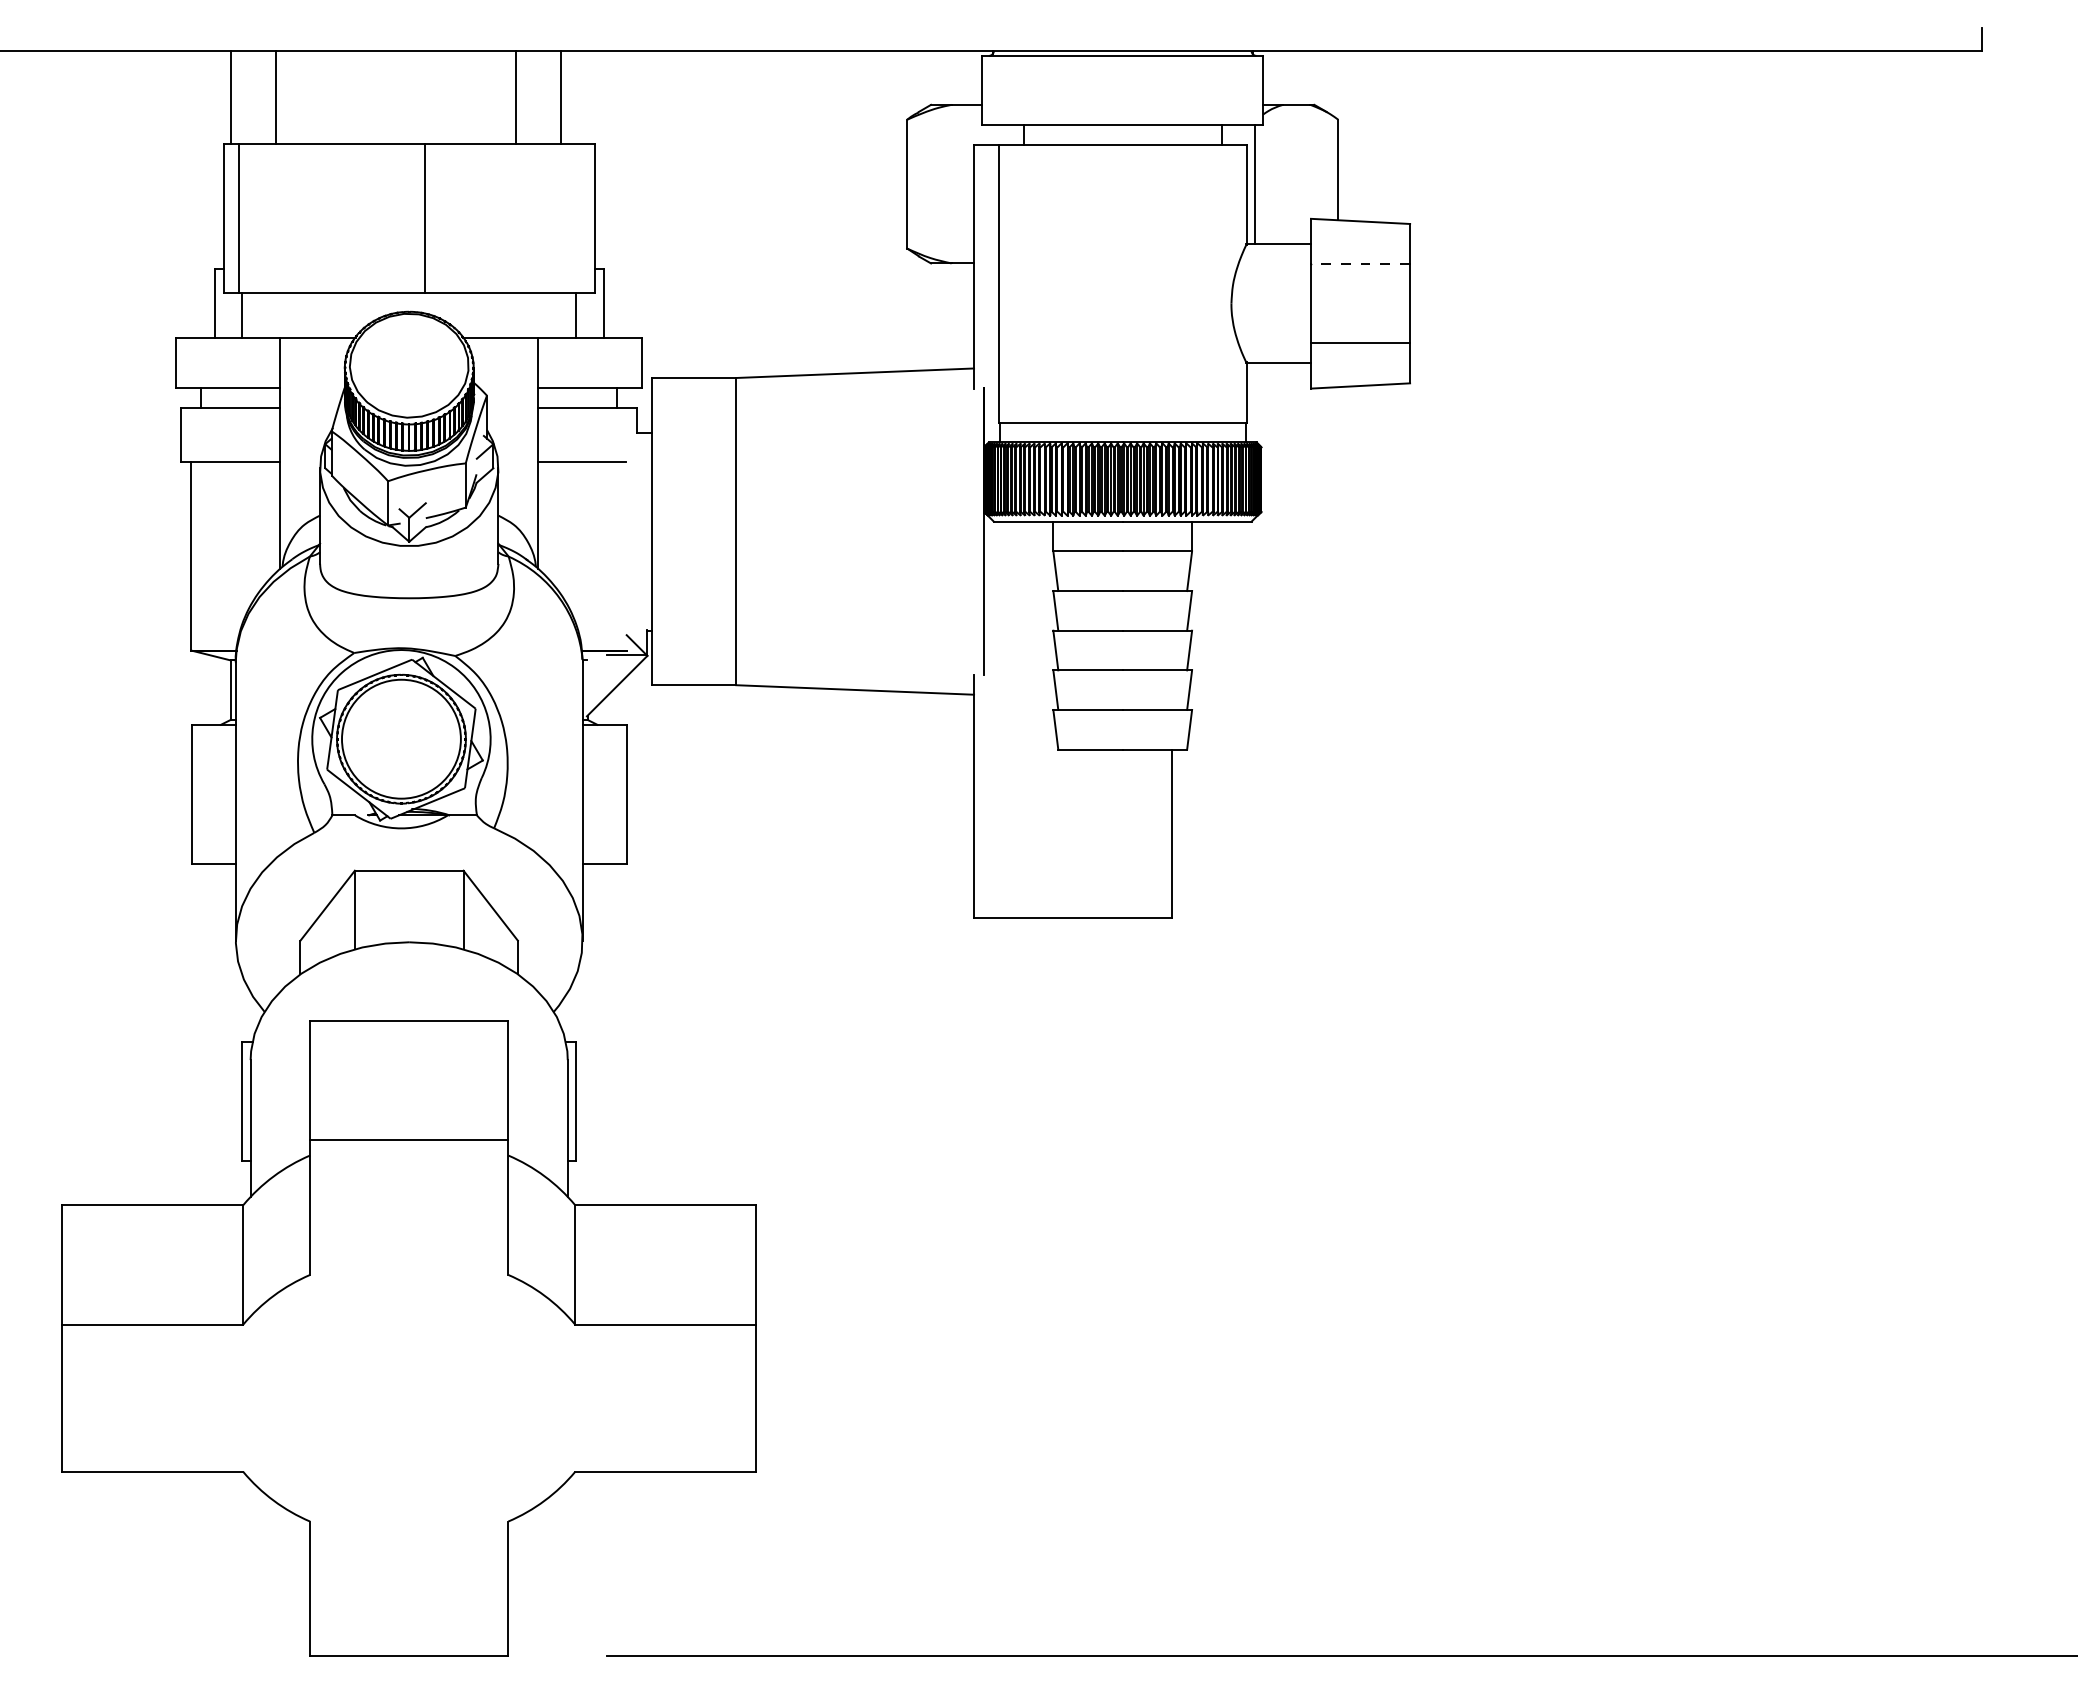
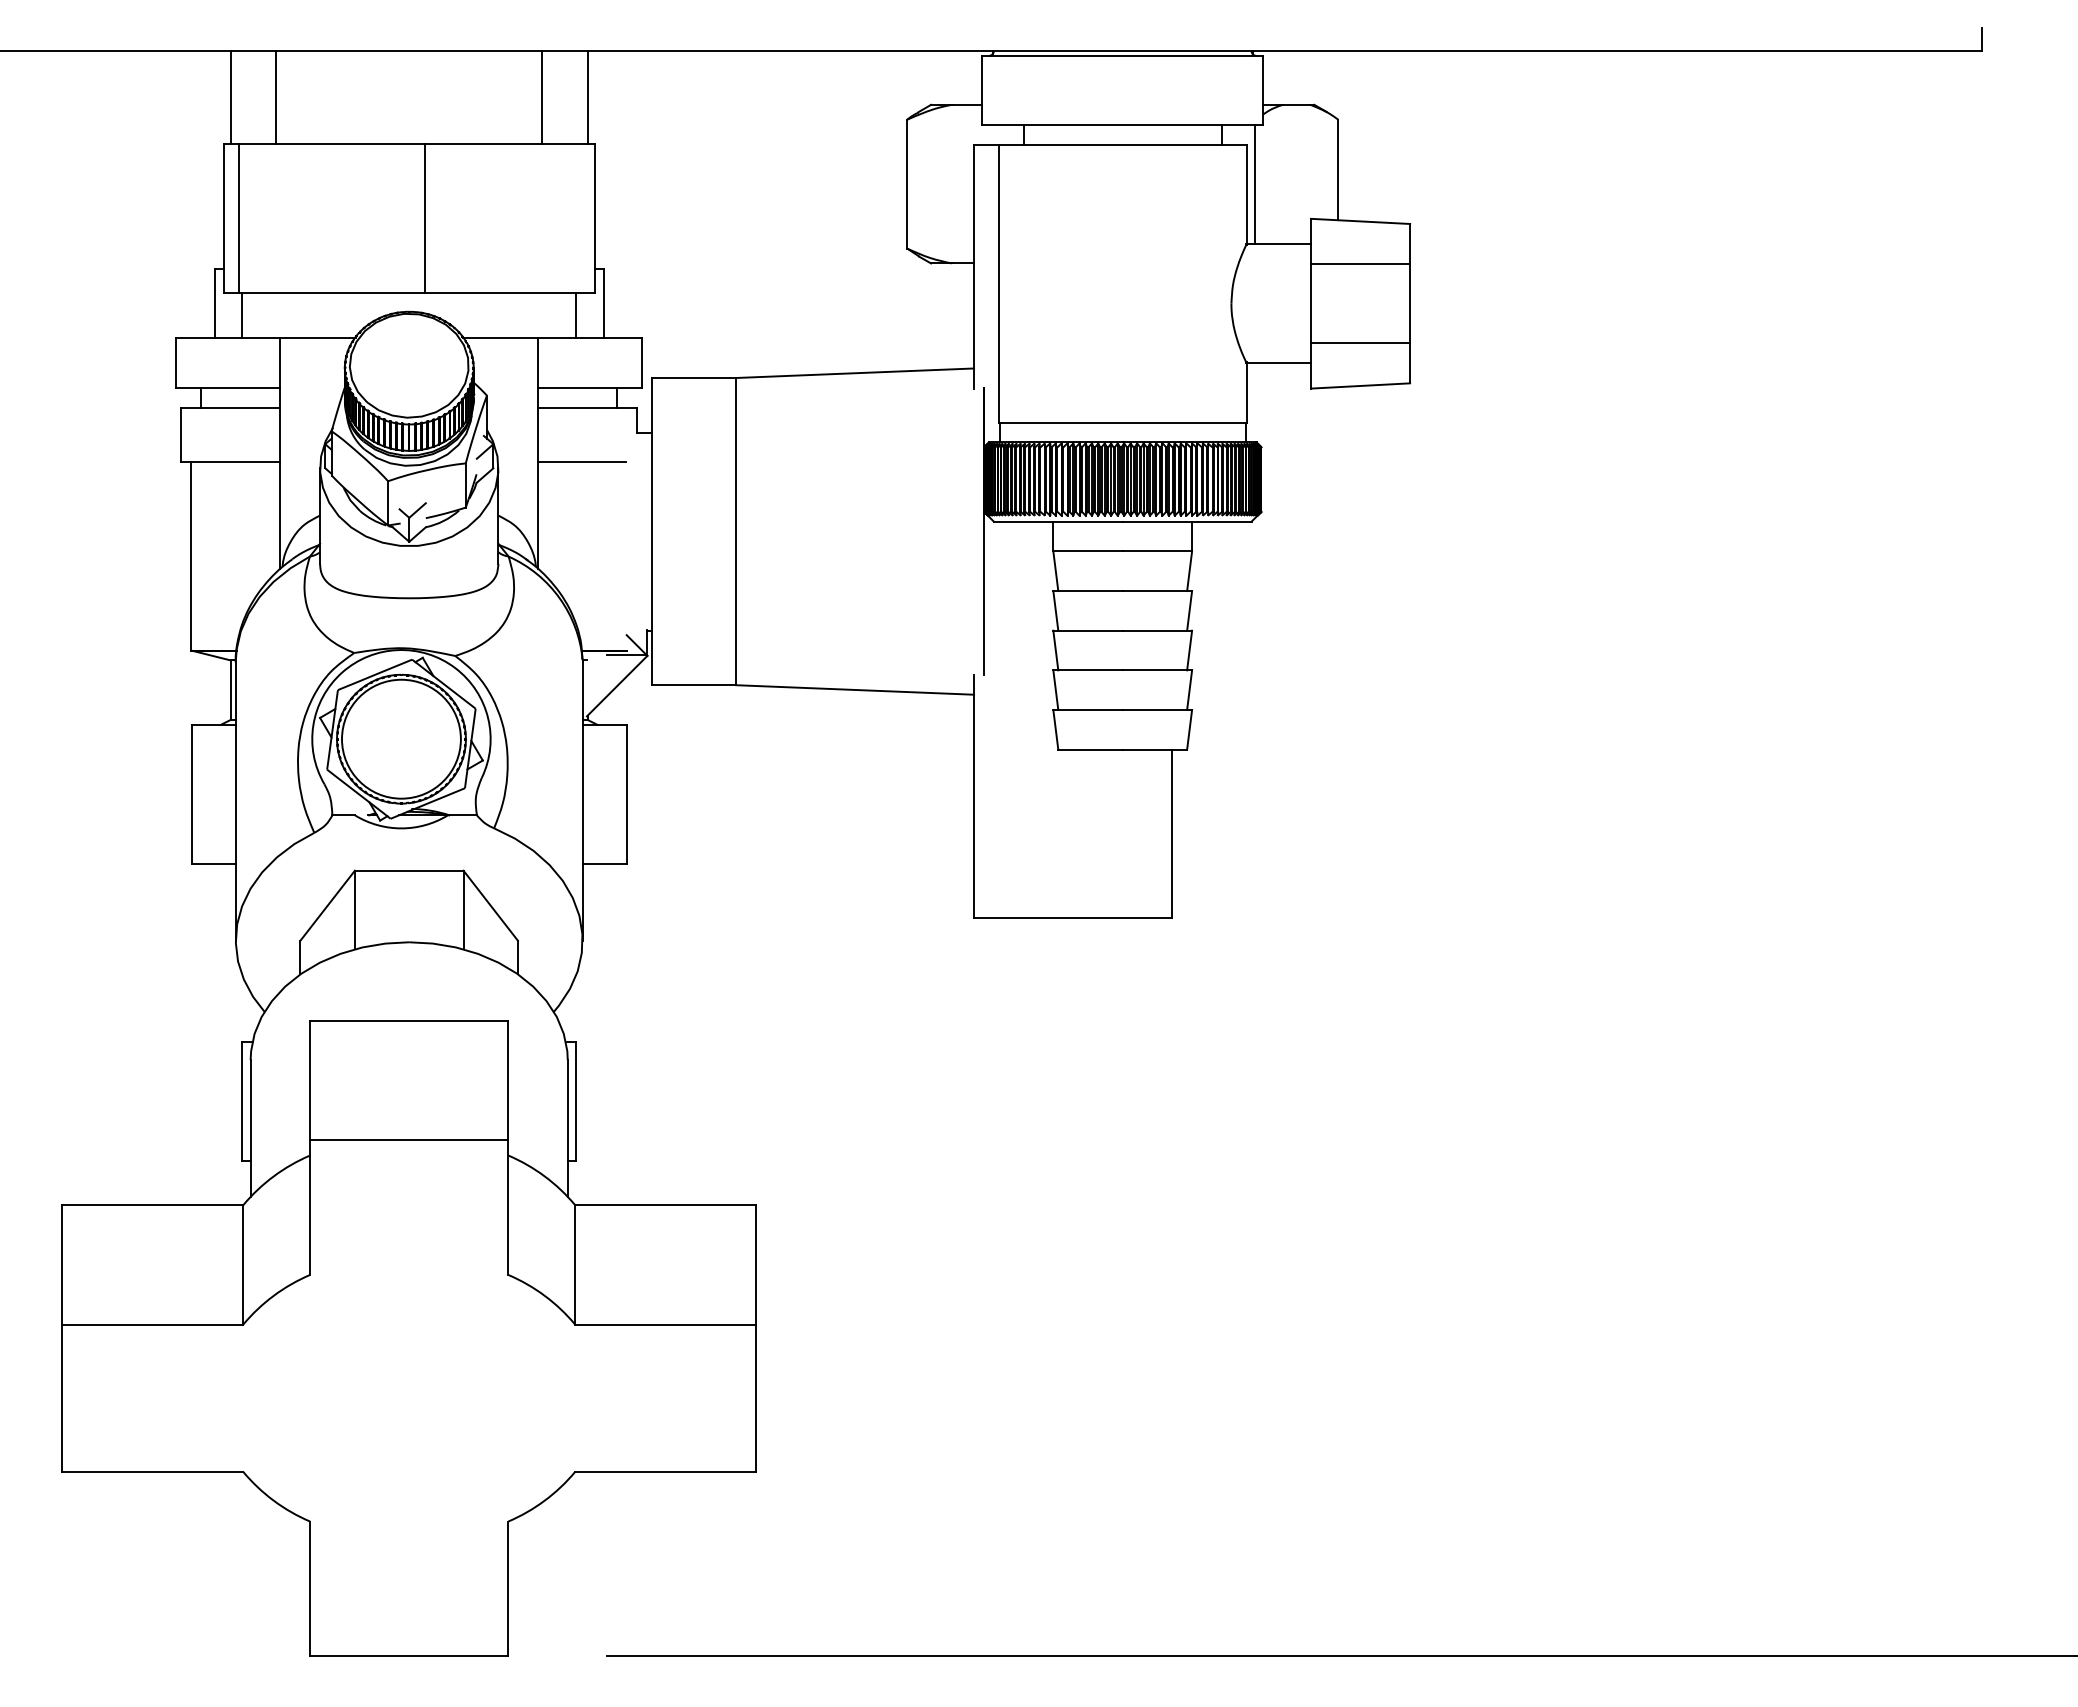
line at (516, 97) position: (516, 97) -> (542, 97)
line at (560, 97) position: (560, 97) -> (587, 97)
line at (1360, 264): dashed -> solid
